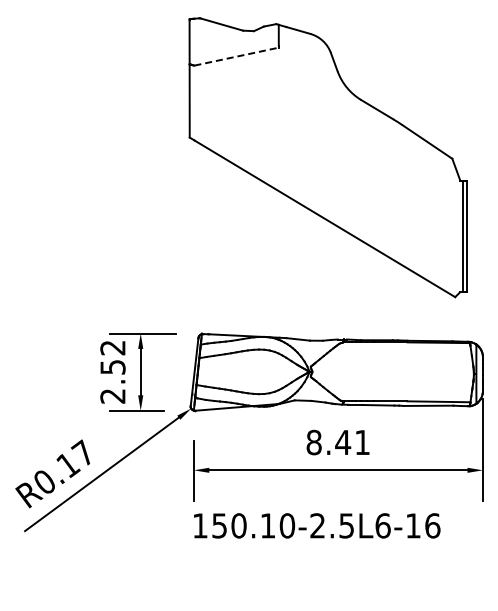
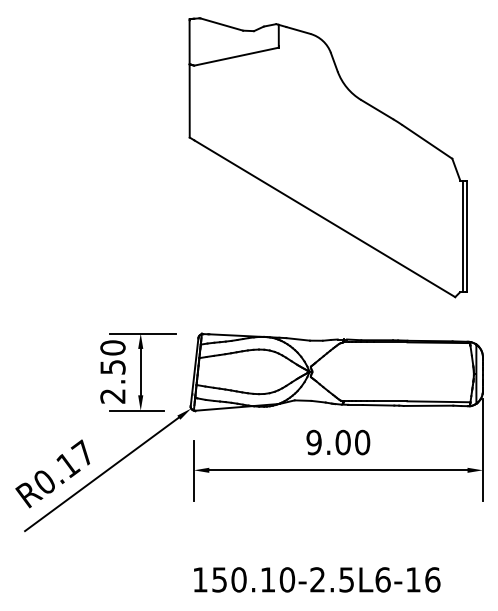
line at (237, 56): dashed -> solid
text at (112, 347): 2.52 -> 2.50
text at (338, 442): 8.41 -> 9.00
text at (317, 525) position: (317, 525) -> (317, 579)
